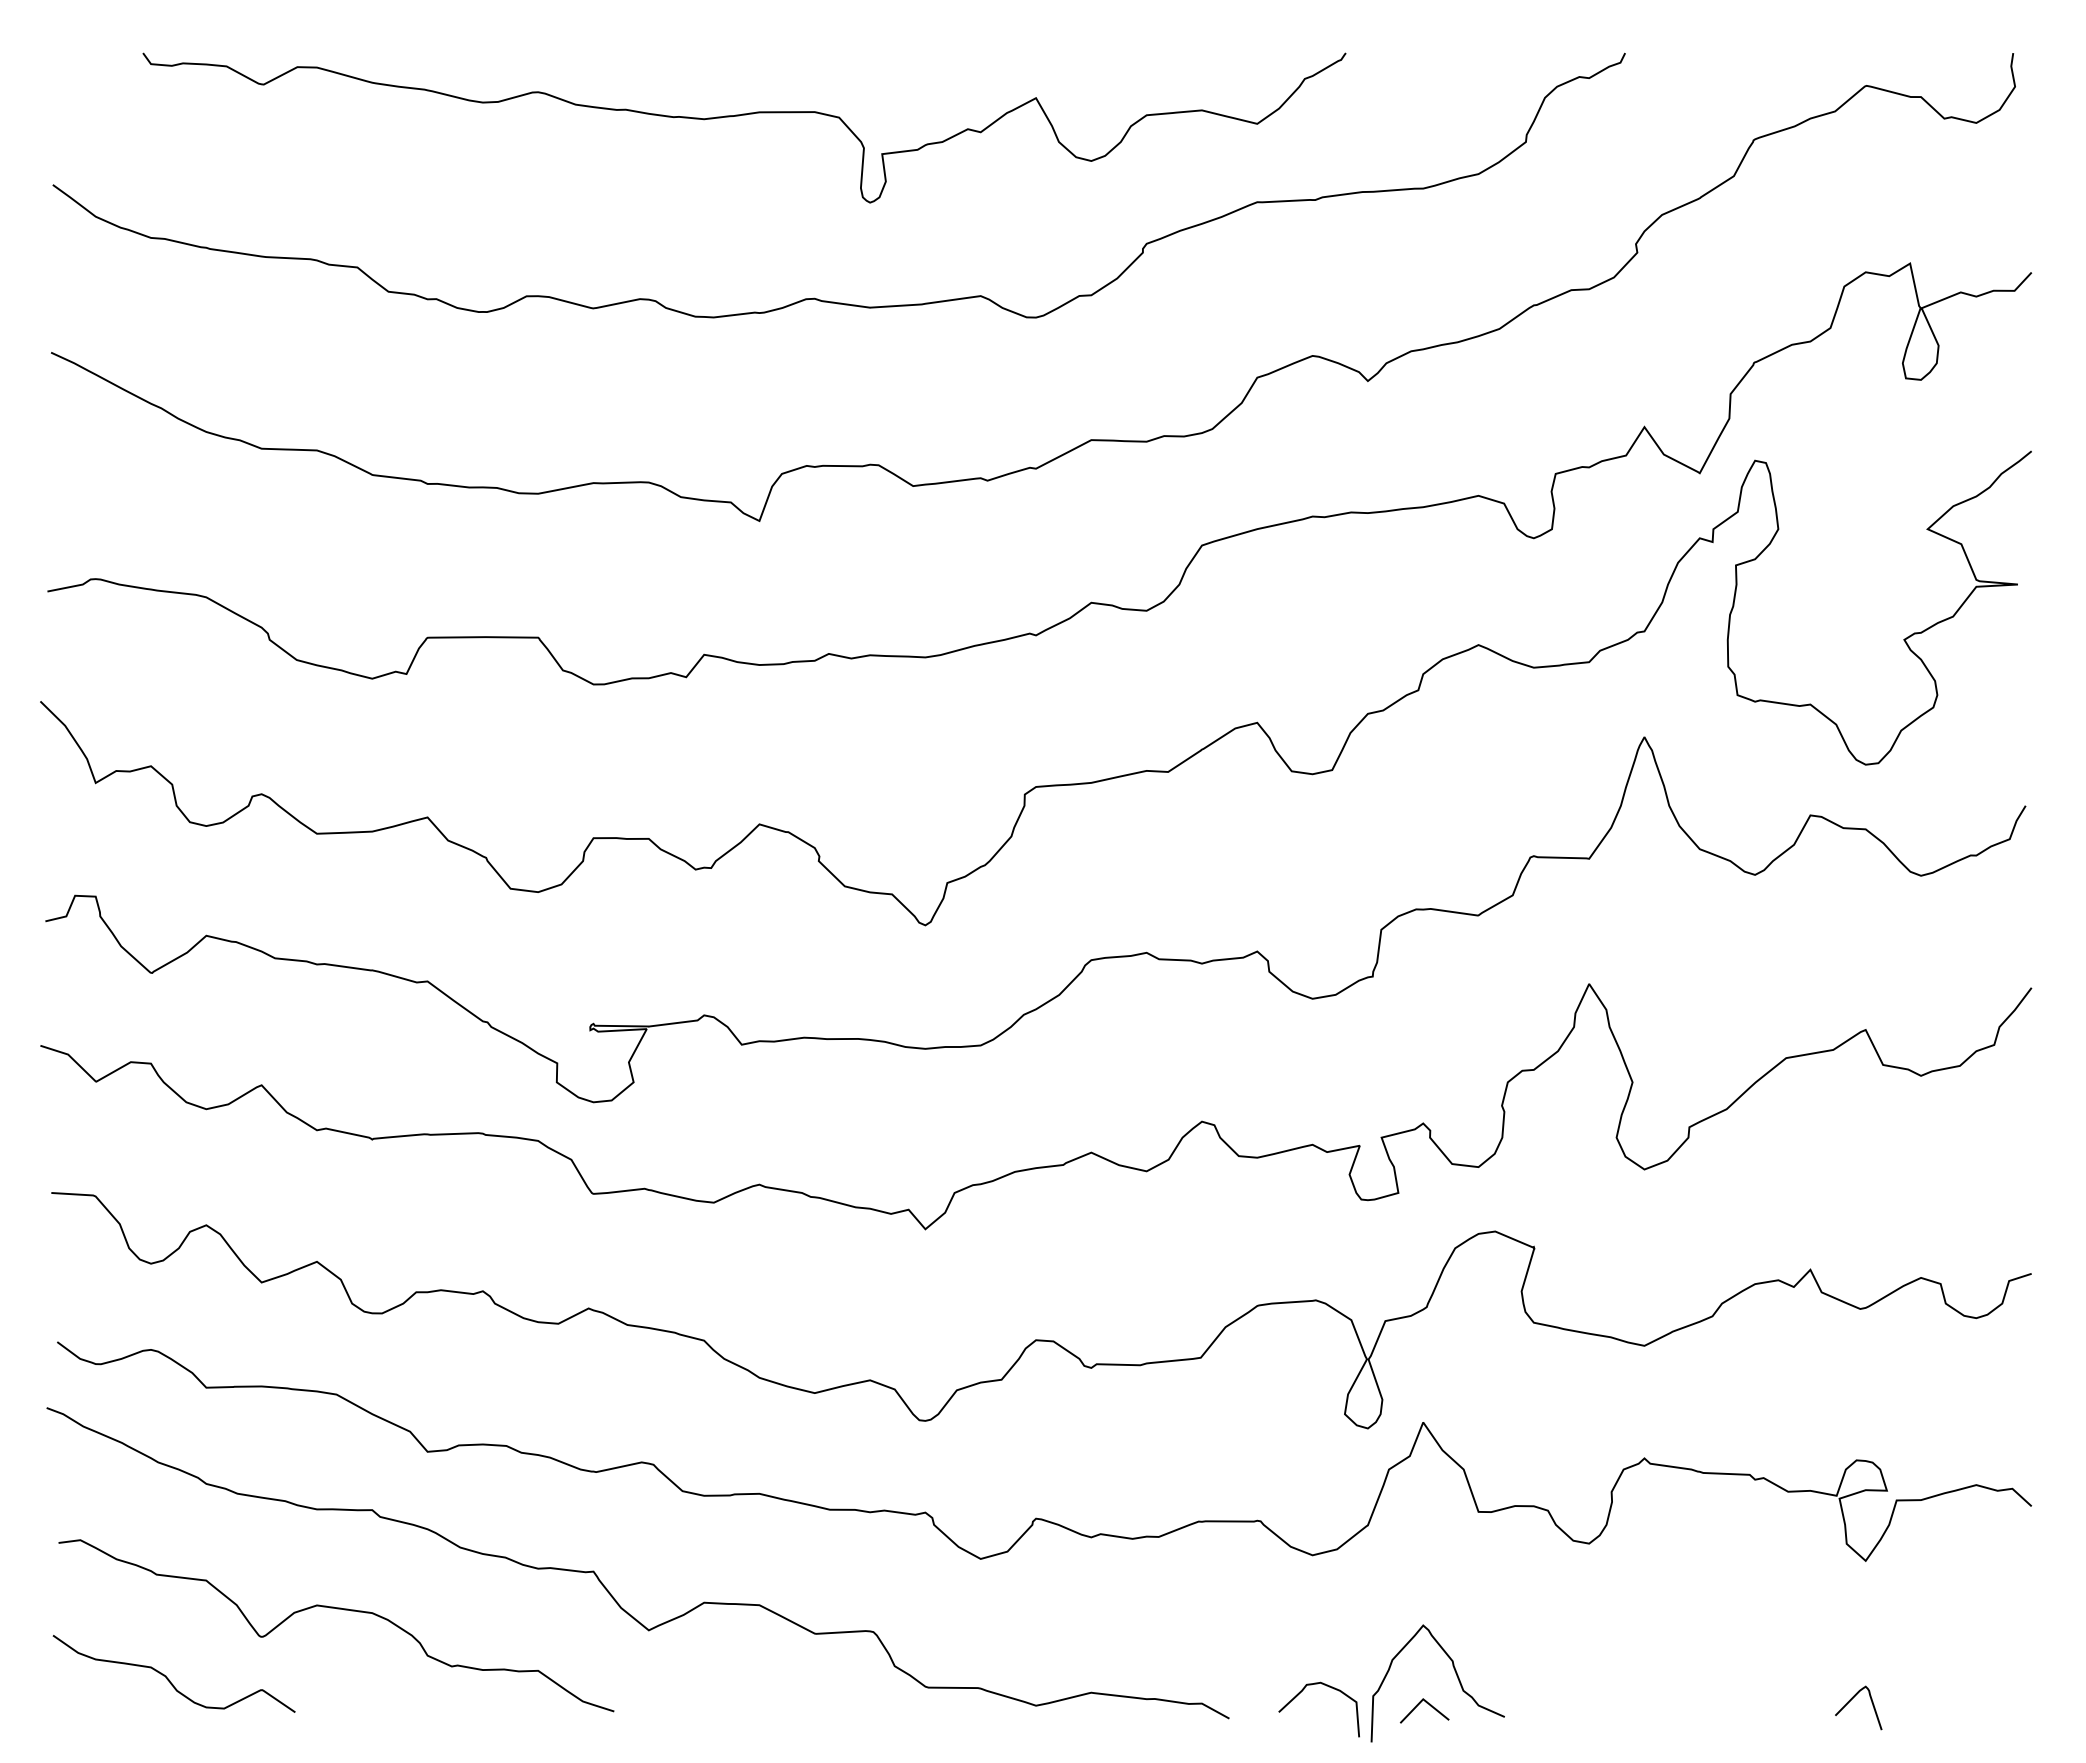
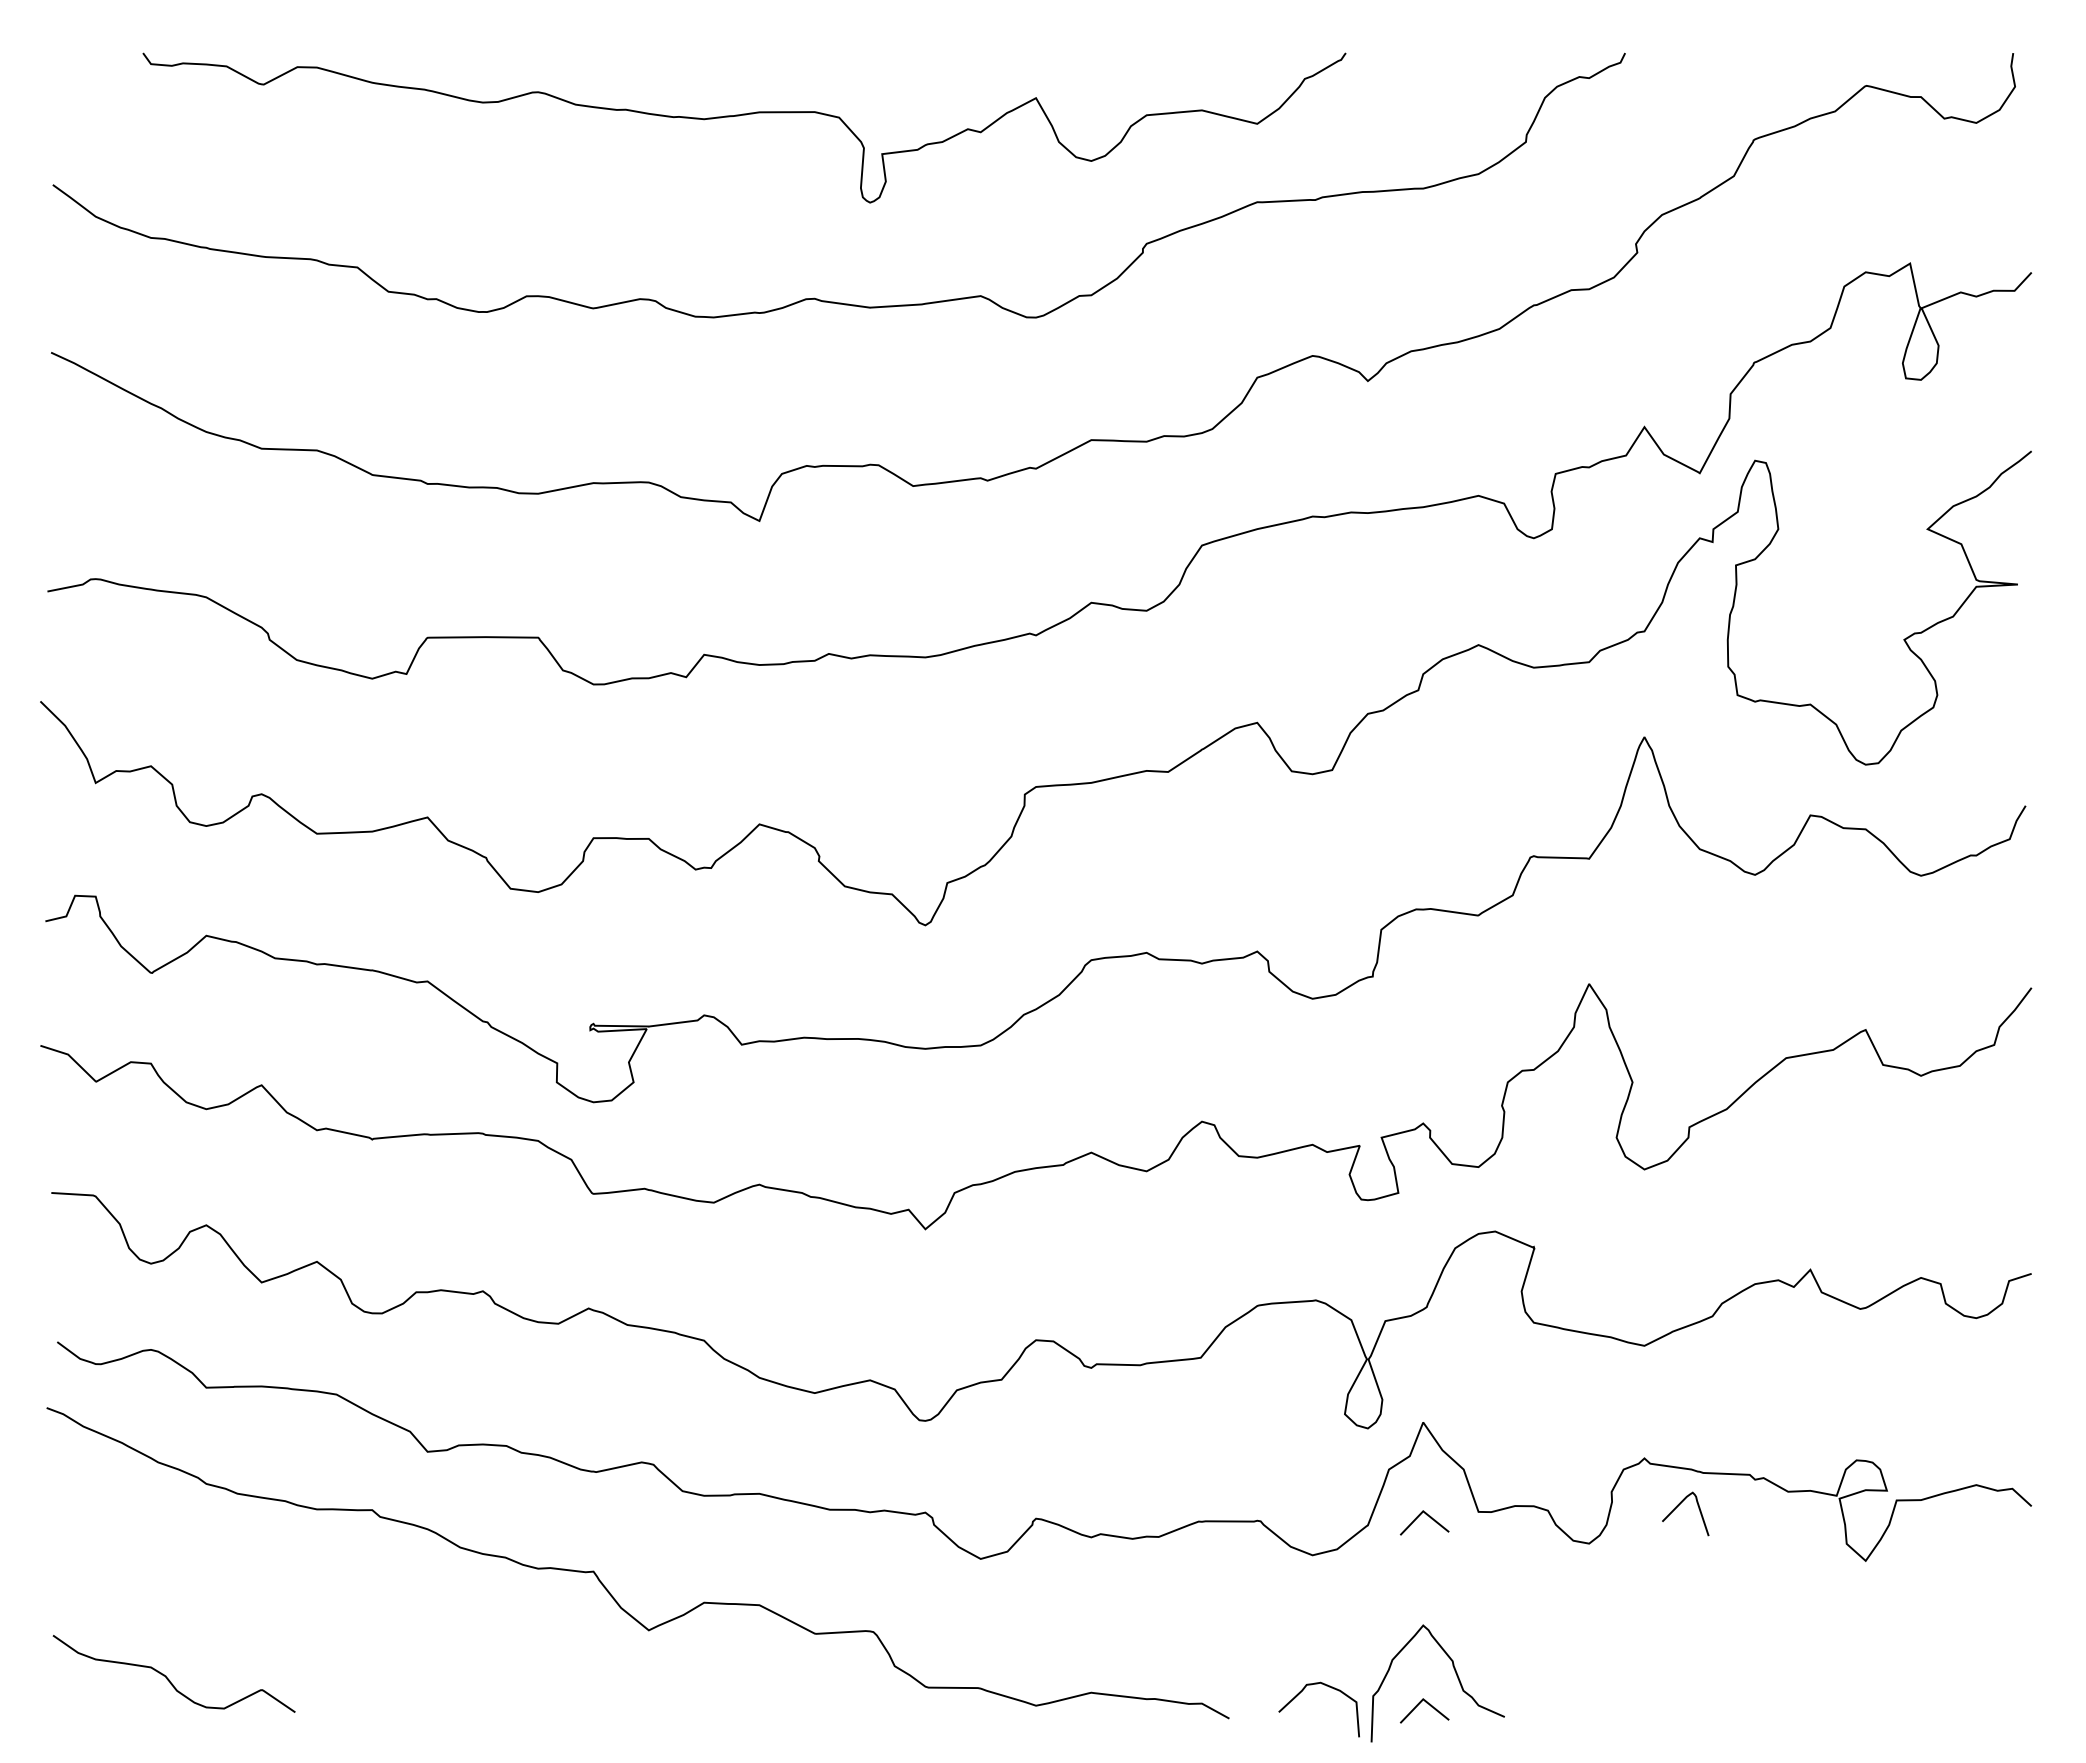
line at (1429, 1517): none -> present
curve at (337, 1609): present -> none
curve at (1851, 1700) position: (1851, 1700) -> (1678, 1506)
